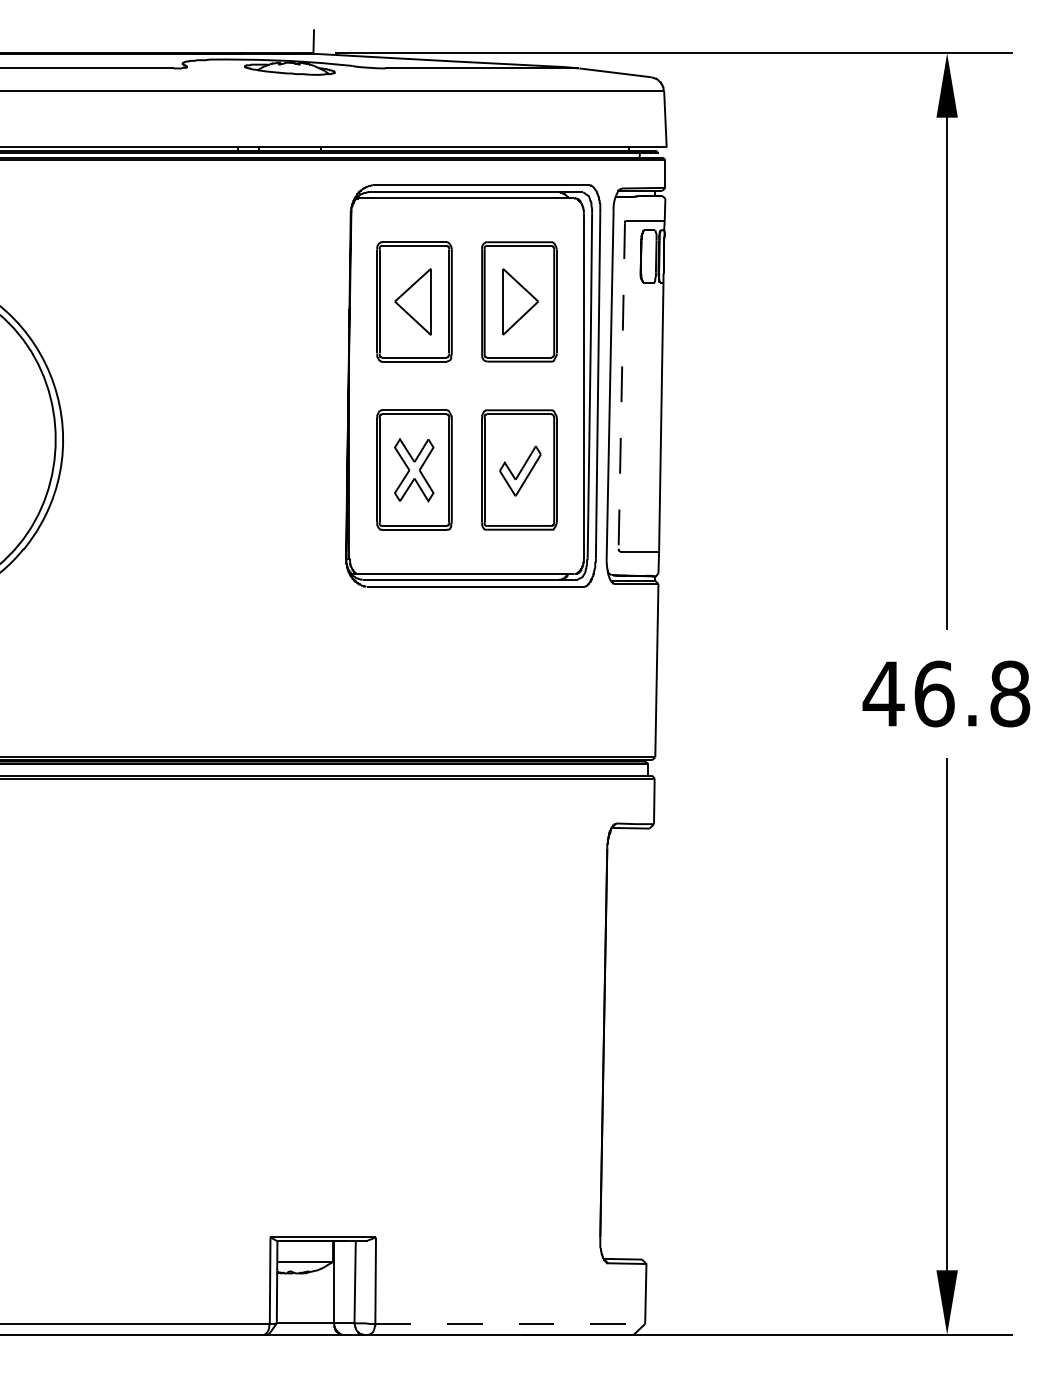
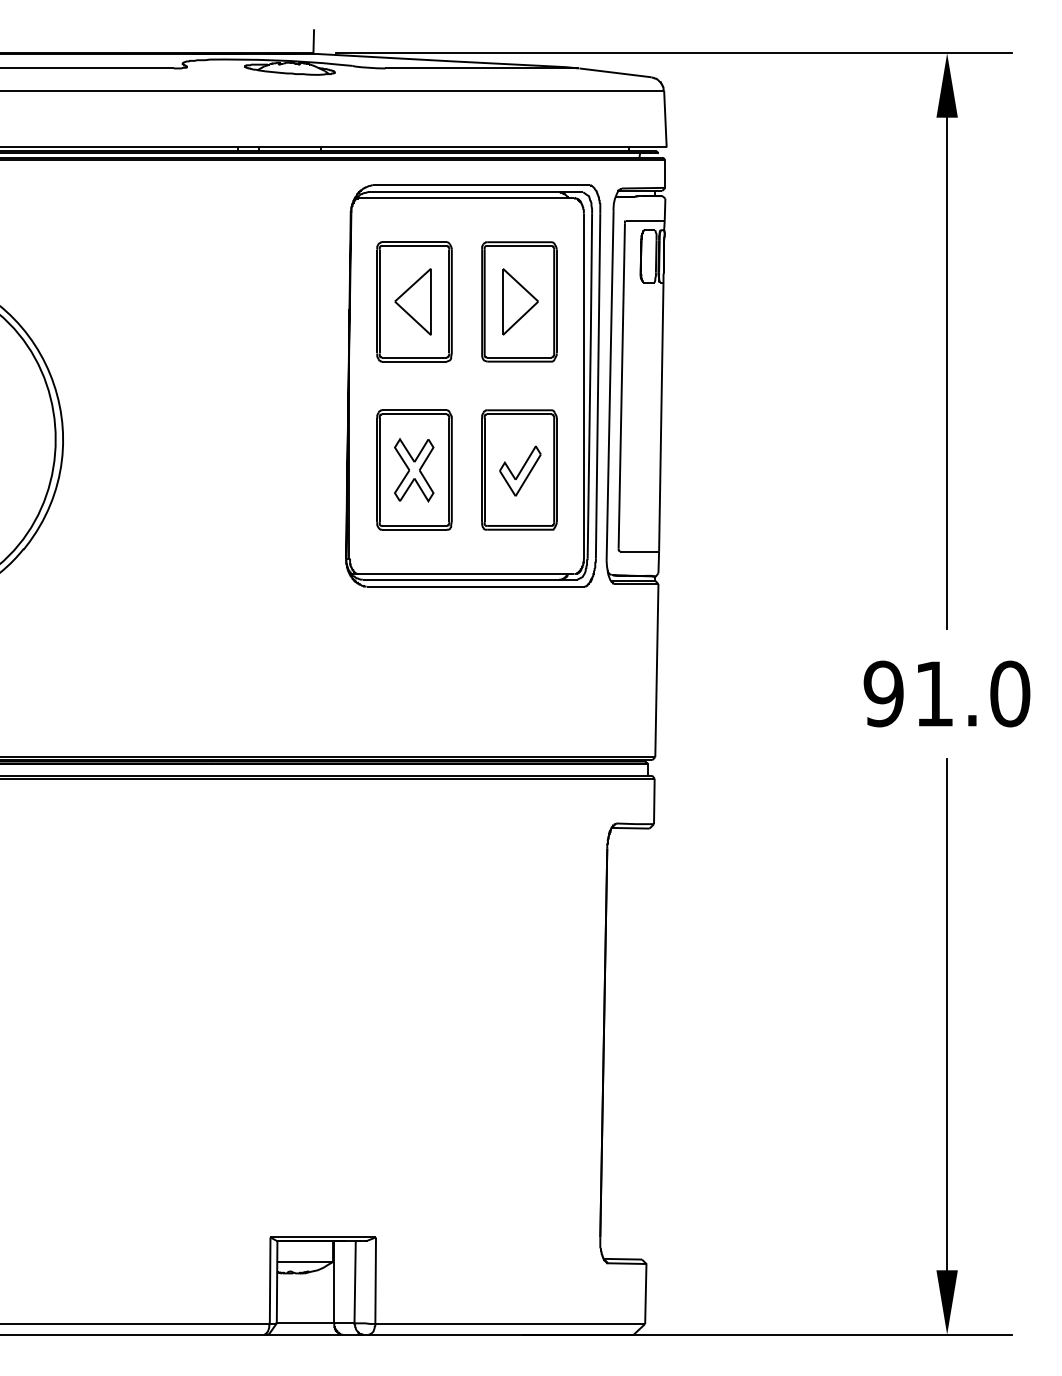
line at (621, 385): dashed -> solid
text at (946, 693): 46.8 -> 91.0
line at (510, 1323): dashed -> solid
